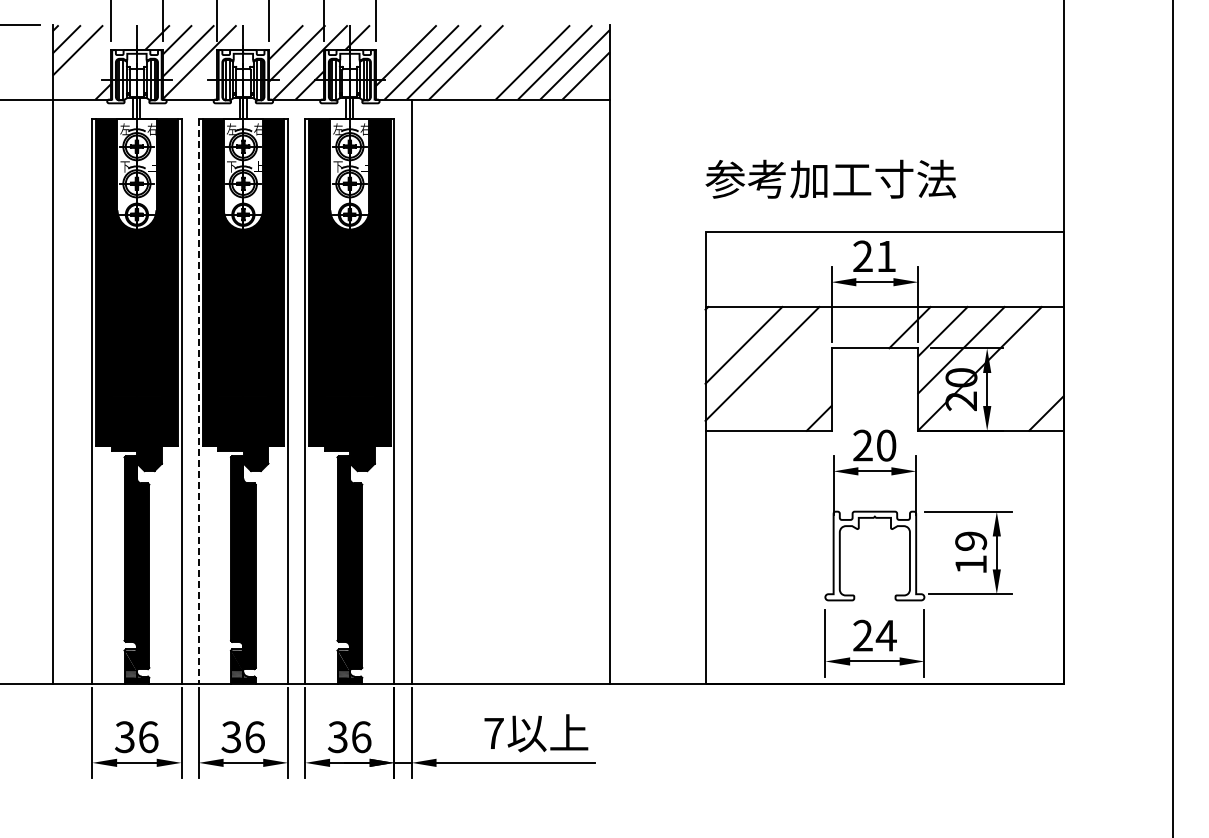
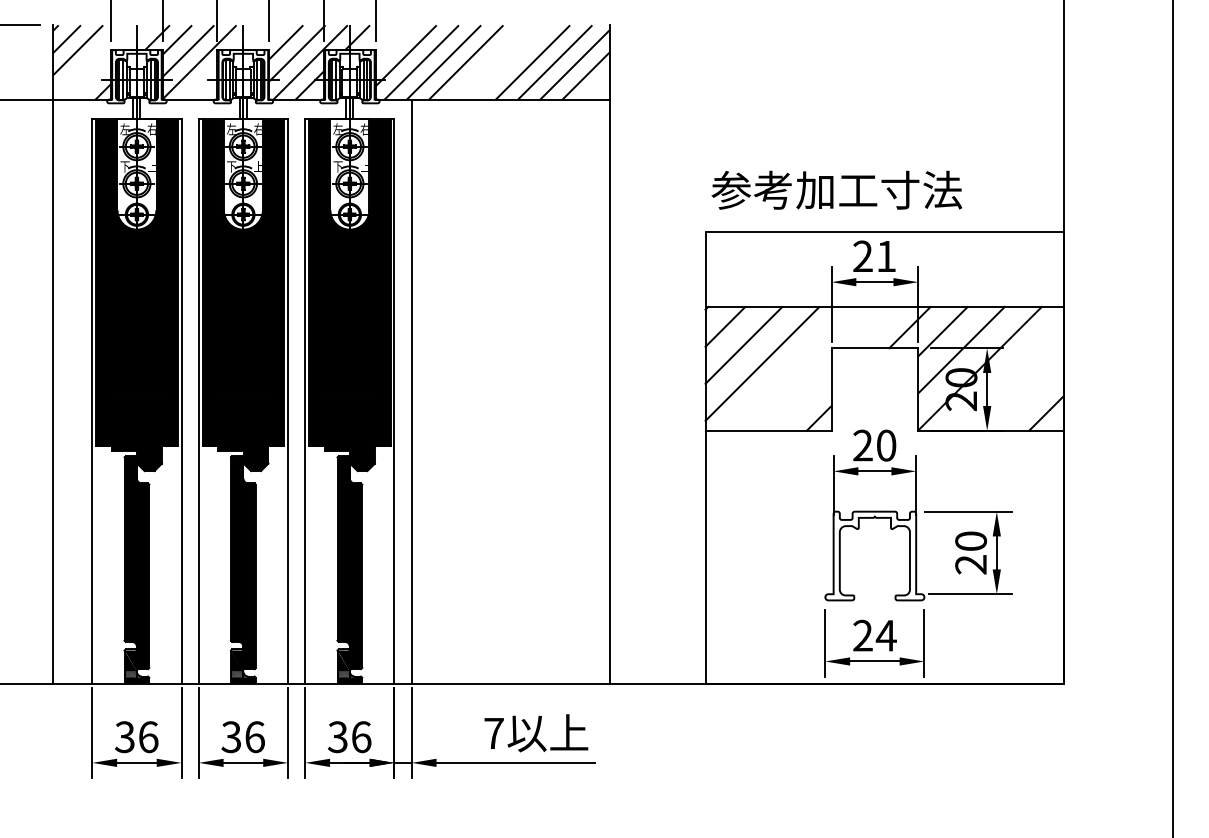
text at (830, 178) position: (830, 178) -> (836, 189)
line at (725, 326): none -> present
line at (198, 402): dashed -> solid
text at (971, 552): 19 -> 20
